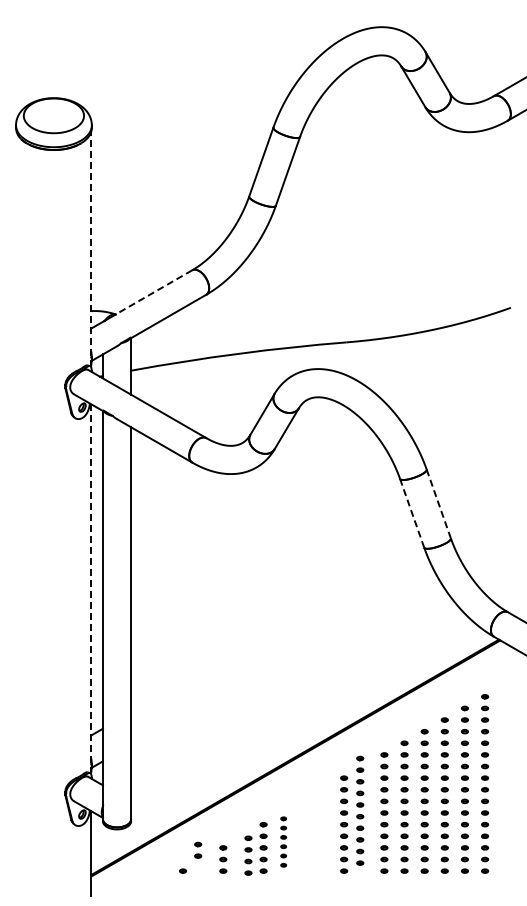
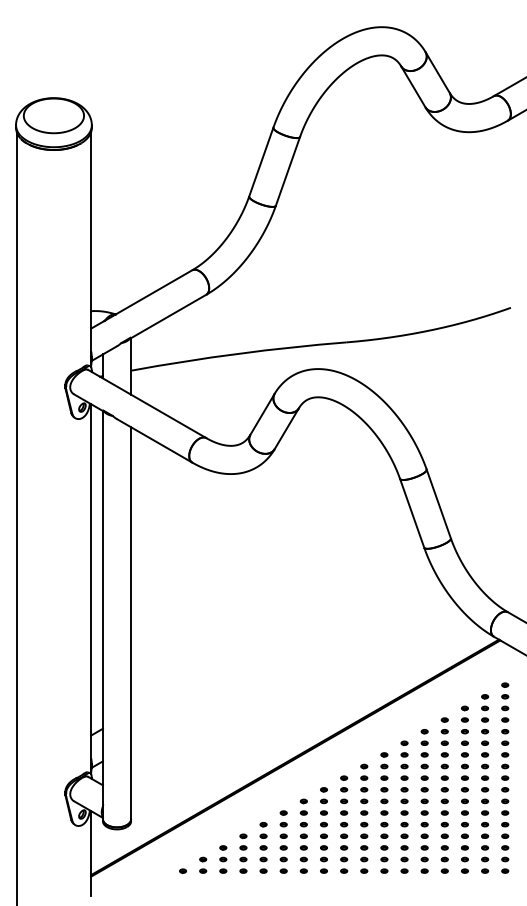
line at (91, 249): dashed -> solid
line at (153, 292): dashed -> solid
line at (438, 503): dashed -> solid
line at (412, 513): dashed -> solid
line at (16, 517): none -> present
line at (91, 588): dashed -> solid
part at (505, 777): none -> present
part at (360, 810) position: (360, 810) -> (364, 818)
part at (323, 830): none -> present
part at (303, 835): none -> present
part at (283, 841) size: 8x52 px -> 9x64 px
part at (198, 849) position: (198, 849) -> (203, 864)
part at (248, 855) position: (248, 855) -> (243, 853)
